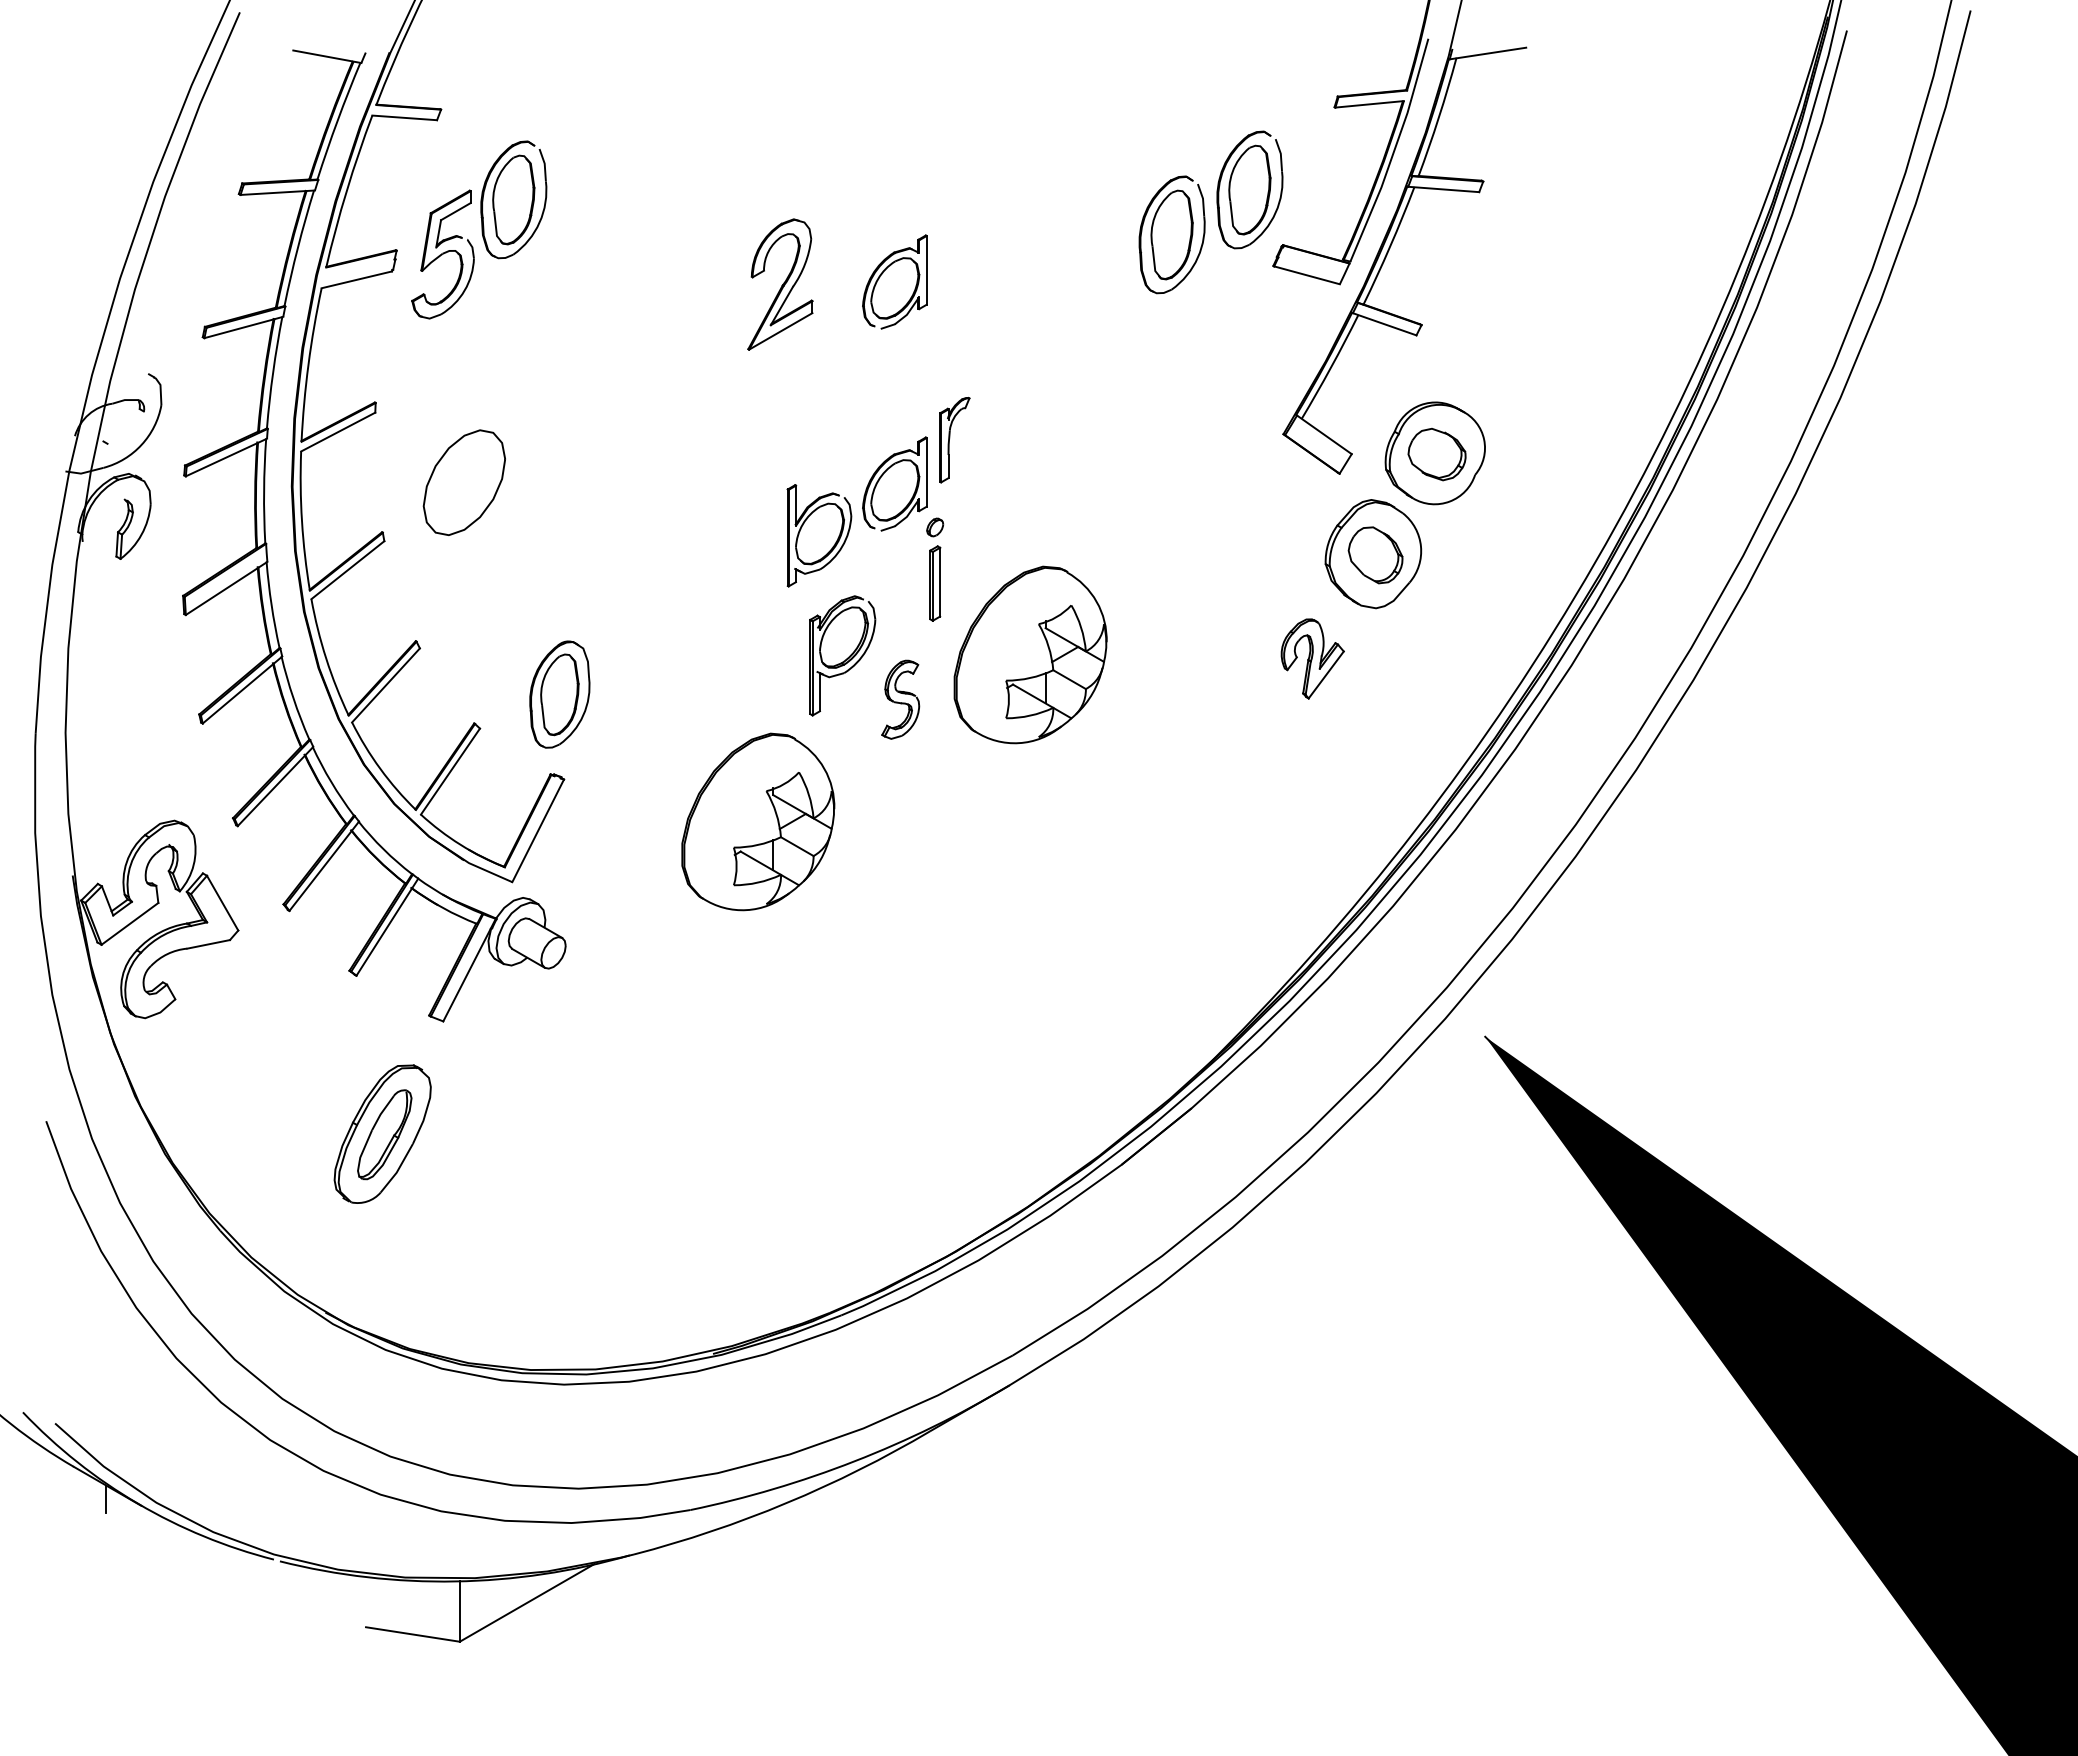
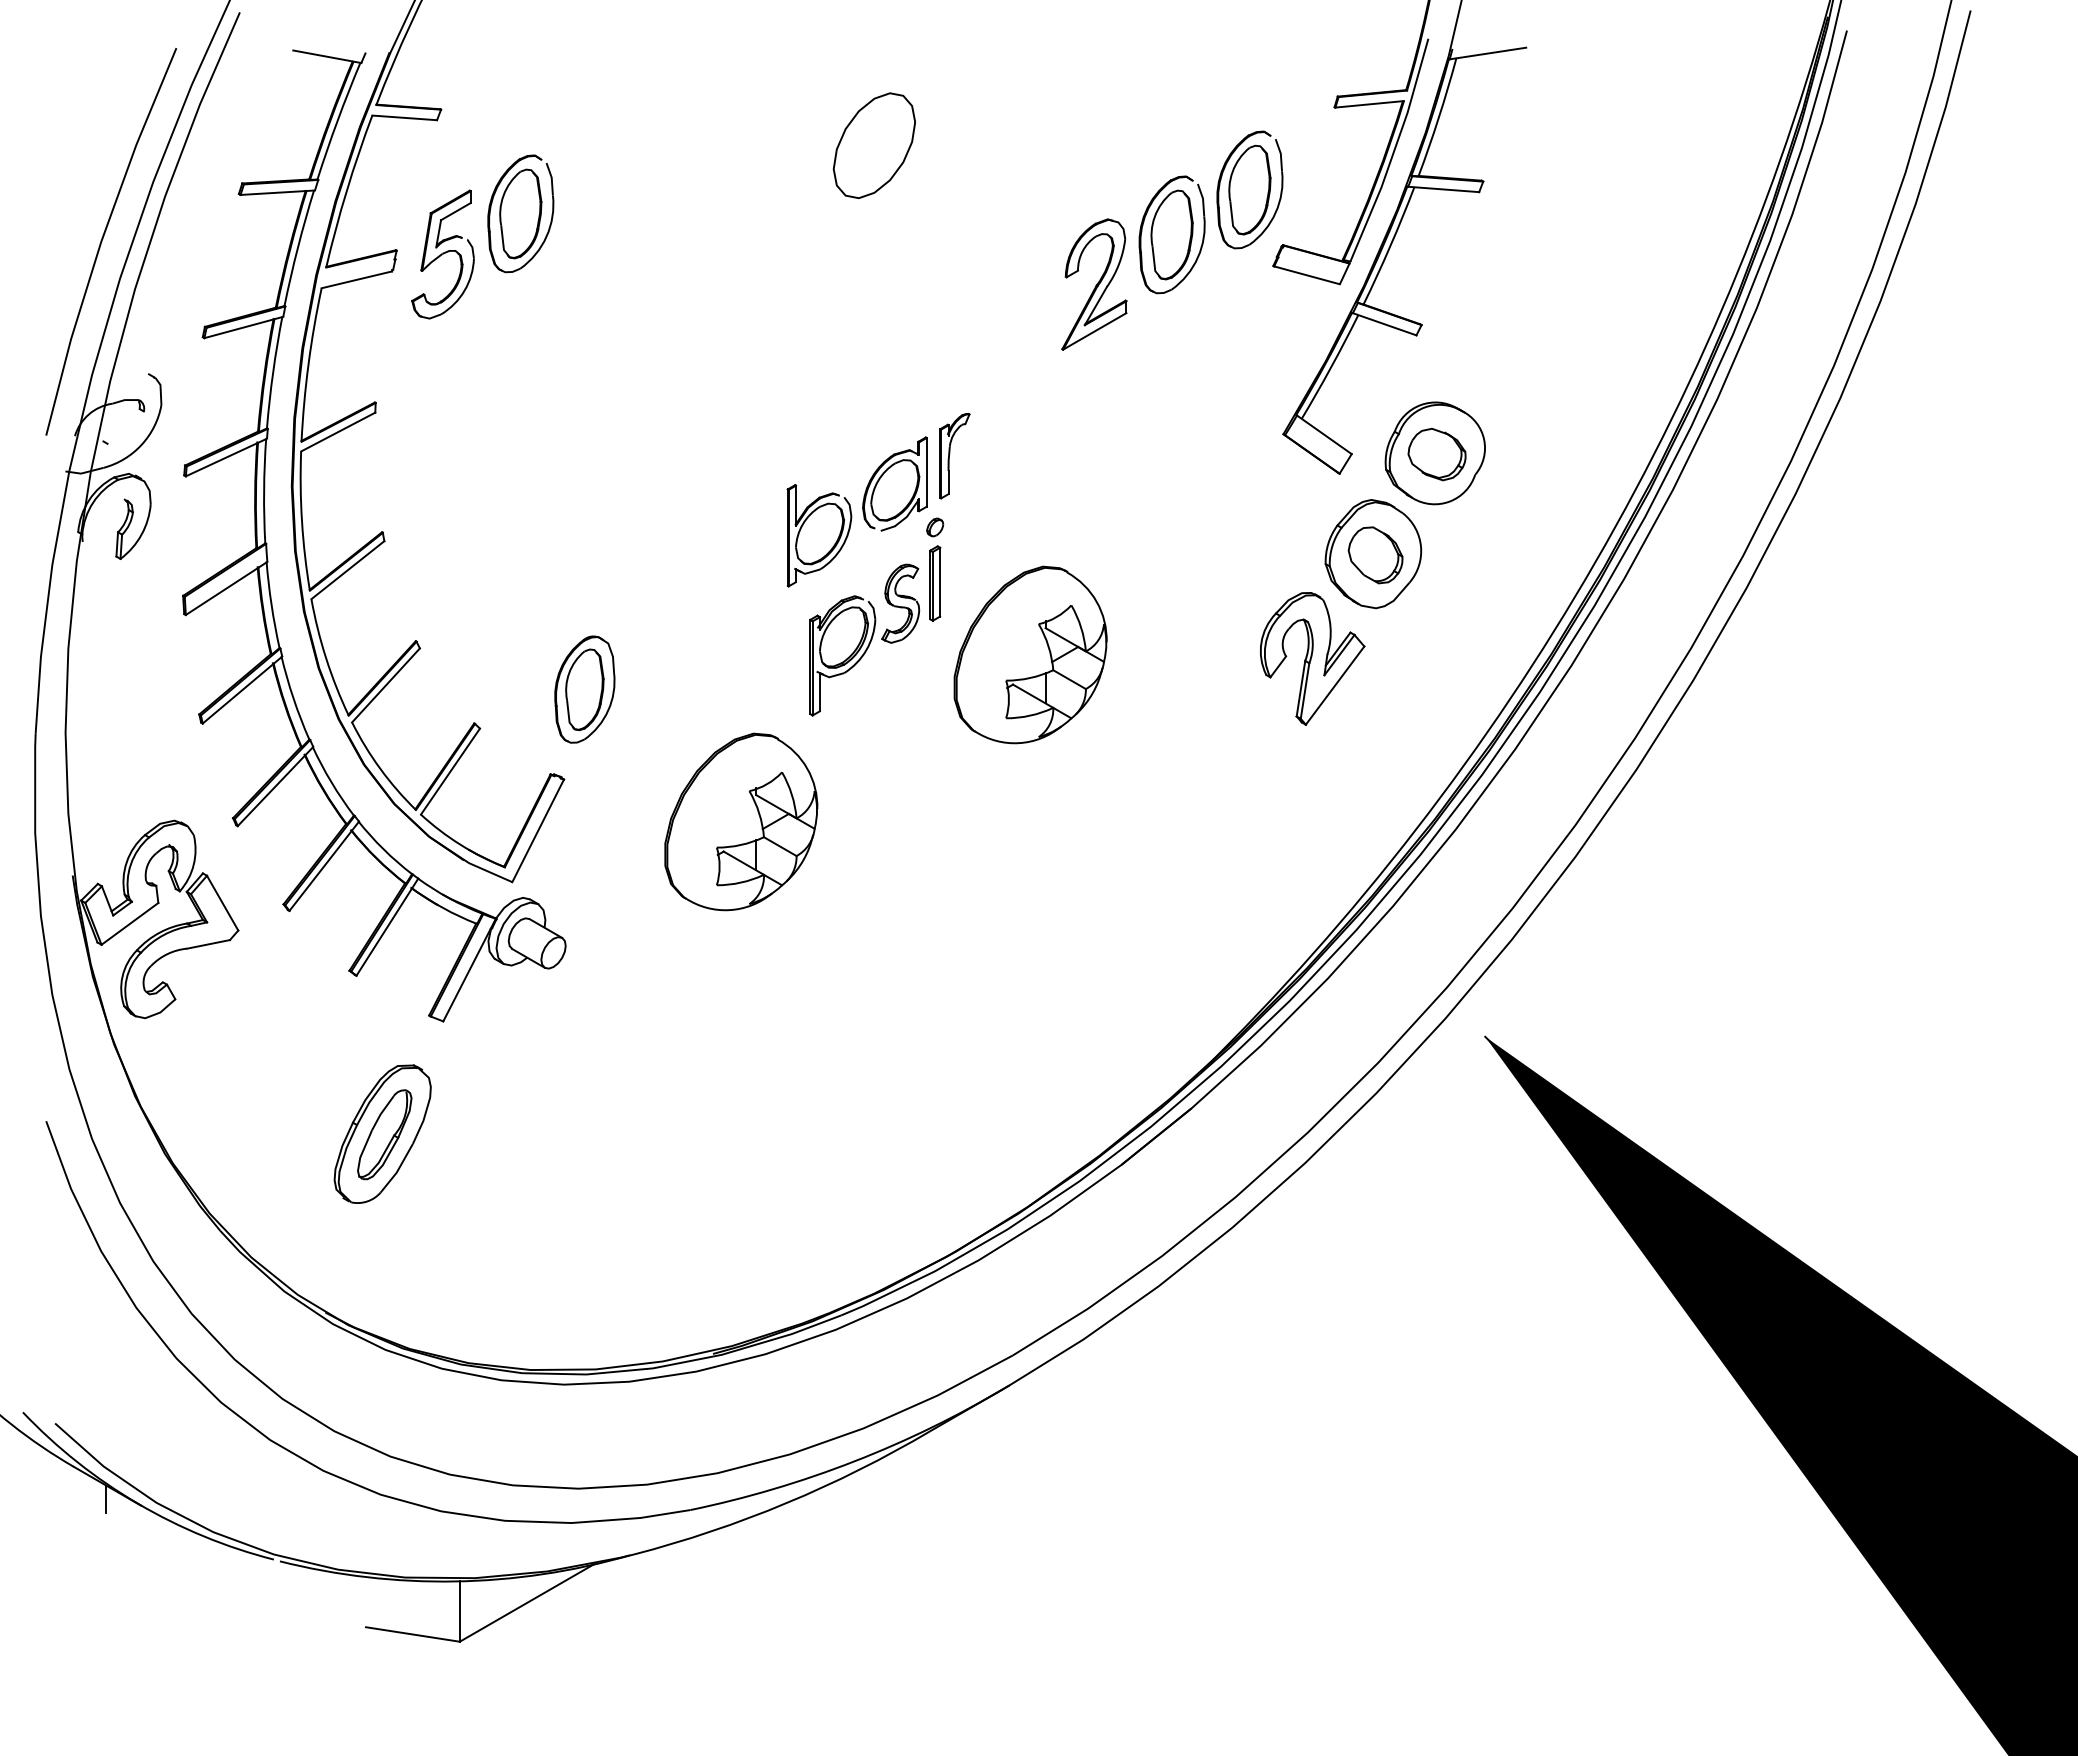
part at (513, 199) position: (513, 199) -> (520, 213)
line at (103, 239): none -> present
part at (894, 281): present -> none
part at (780, 284) position: (780, 284) -> (1094, 284)
part at (954, 440) position: (954, 440) -> (954, 456)
part at (463, 482) position: (463, 482) -> (873, 145)
part at (1312, 658) size: 65x82 px -> 106x134 px
part at (559, 694) position: (559, 694) -> (584, 689)
part at (900, 699) position: (900, 699) -> (900, 603)
part at (758, 821) position: (758, 821) -> (741, 821)
